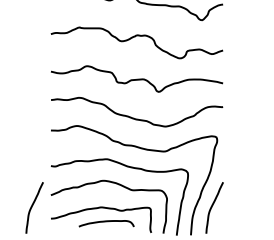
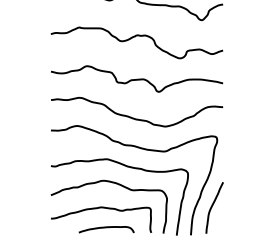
curve at (32, 207): present -> none
curve at (106, 222) position: (106, 222) -> (106, 228)
